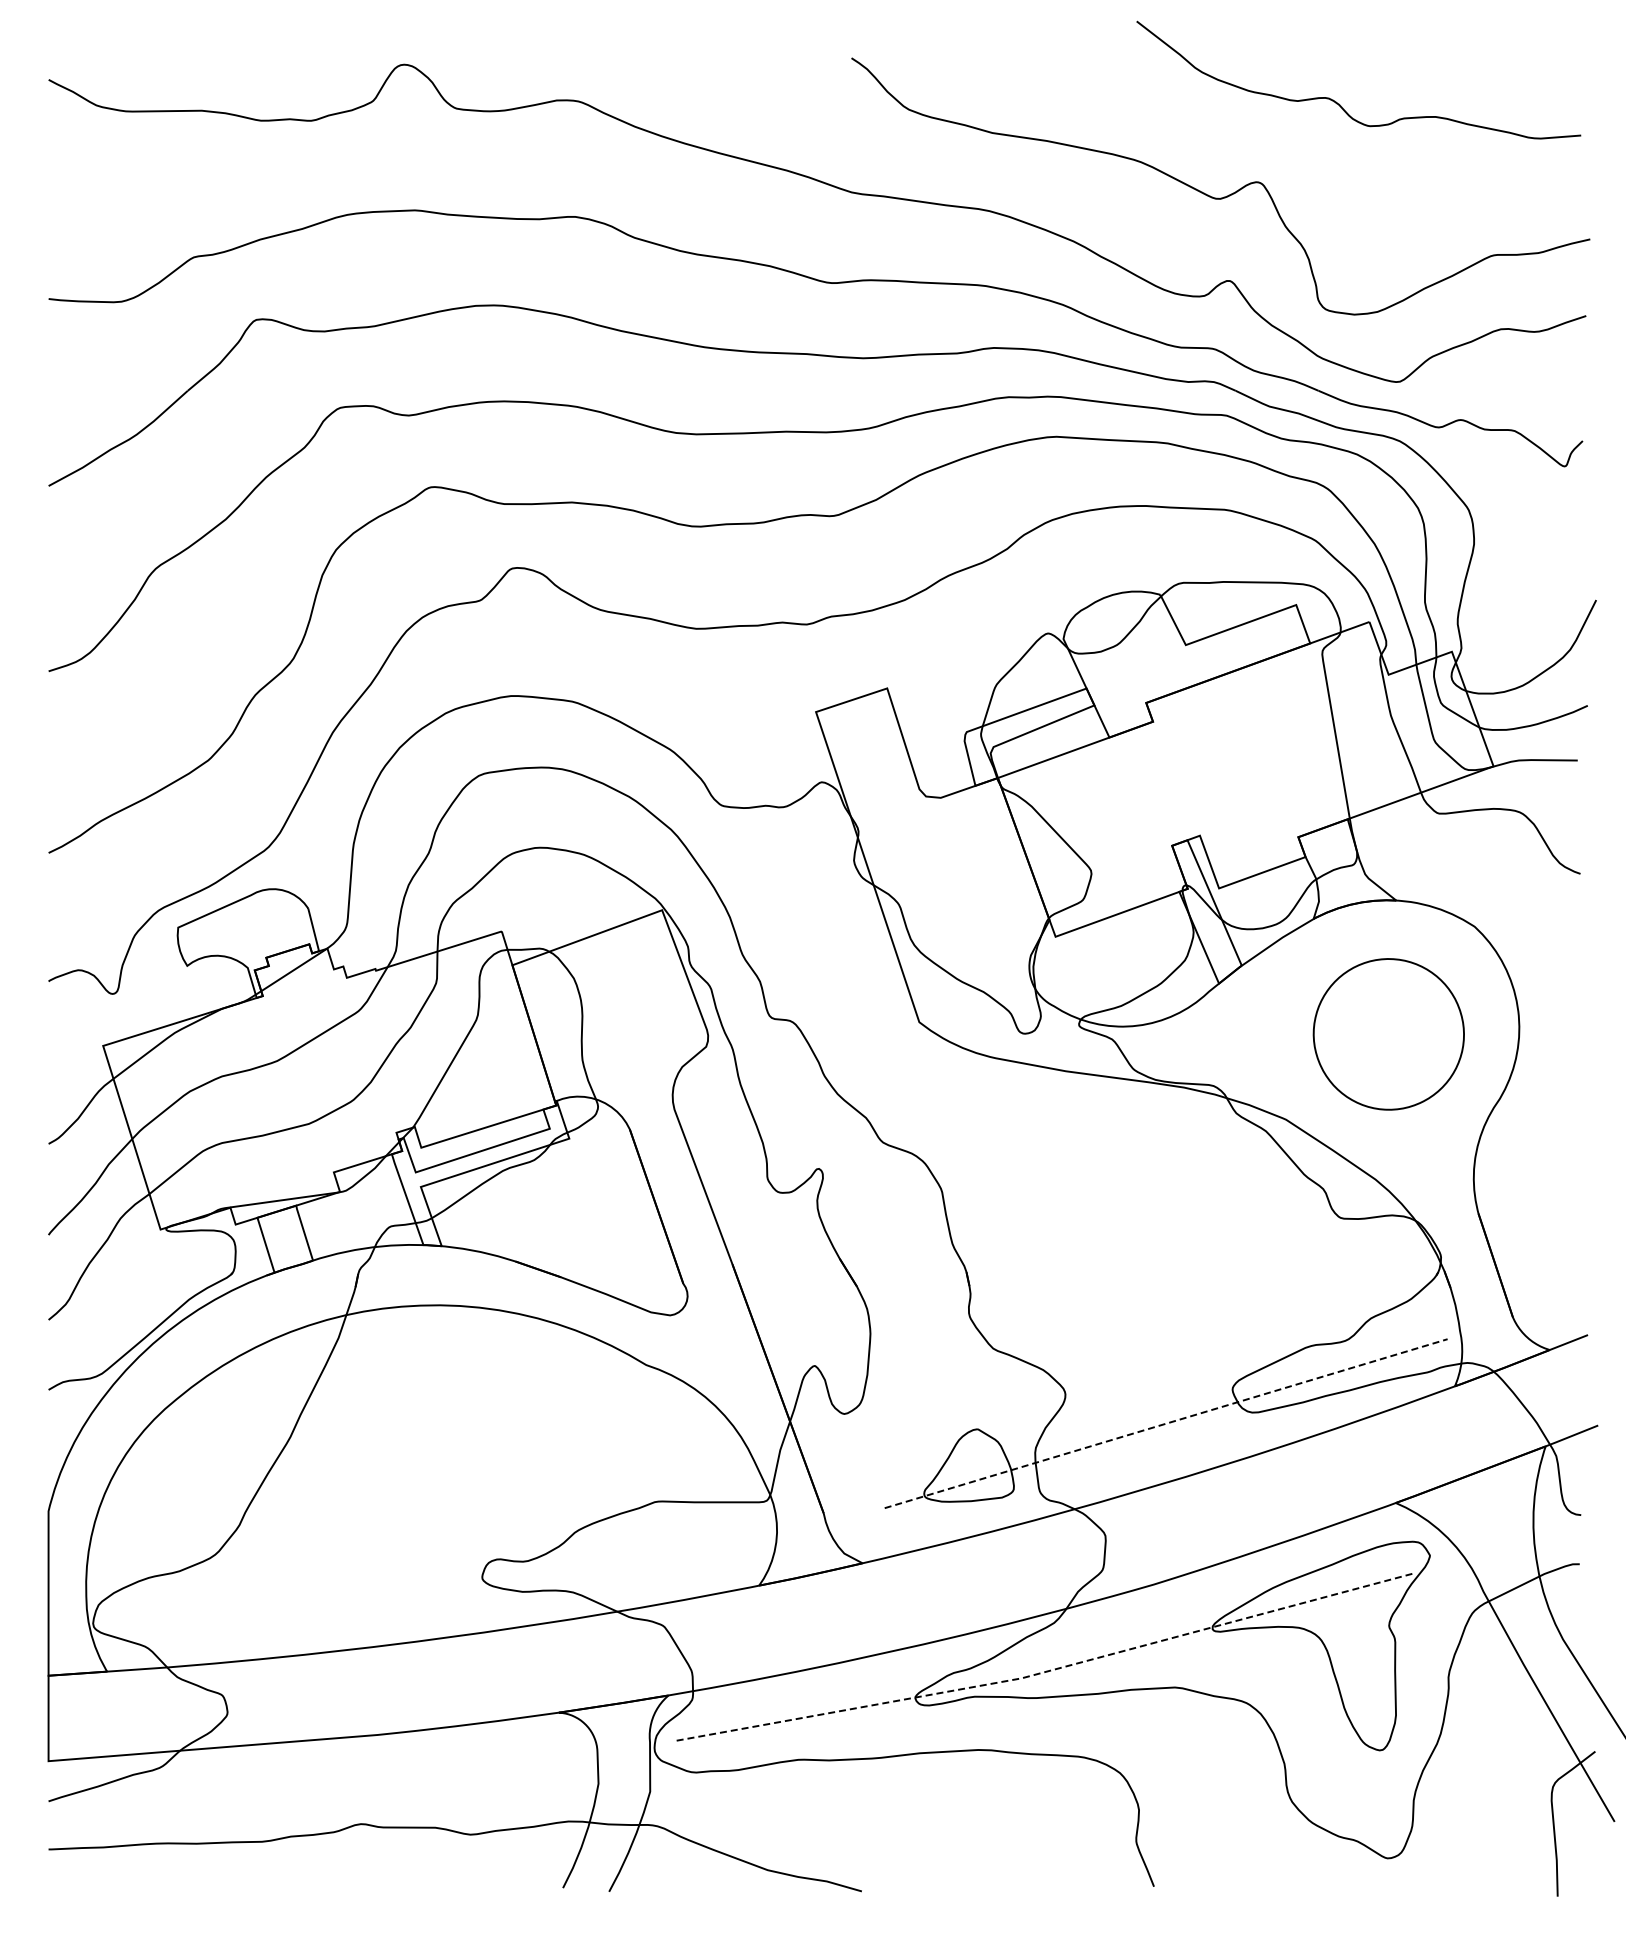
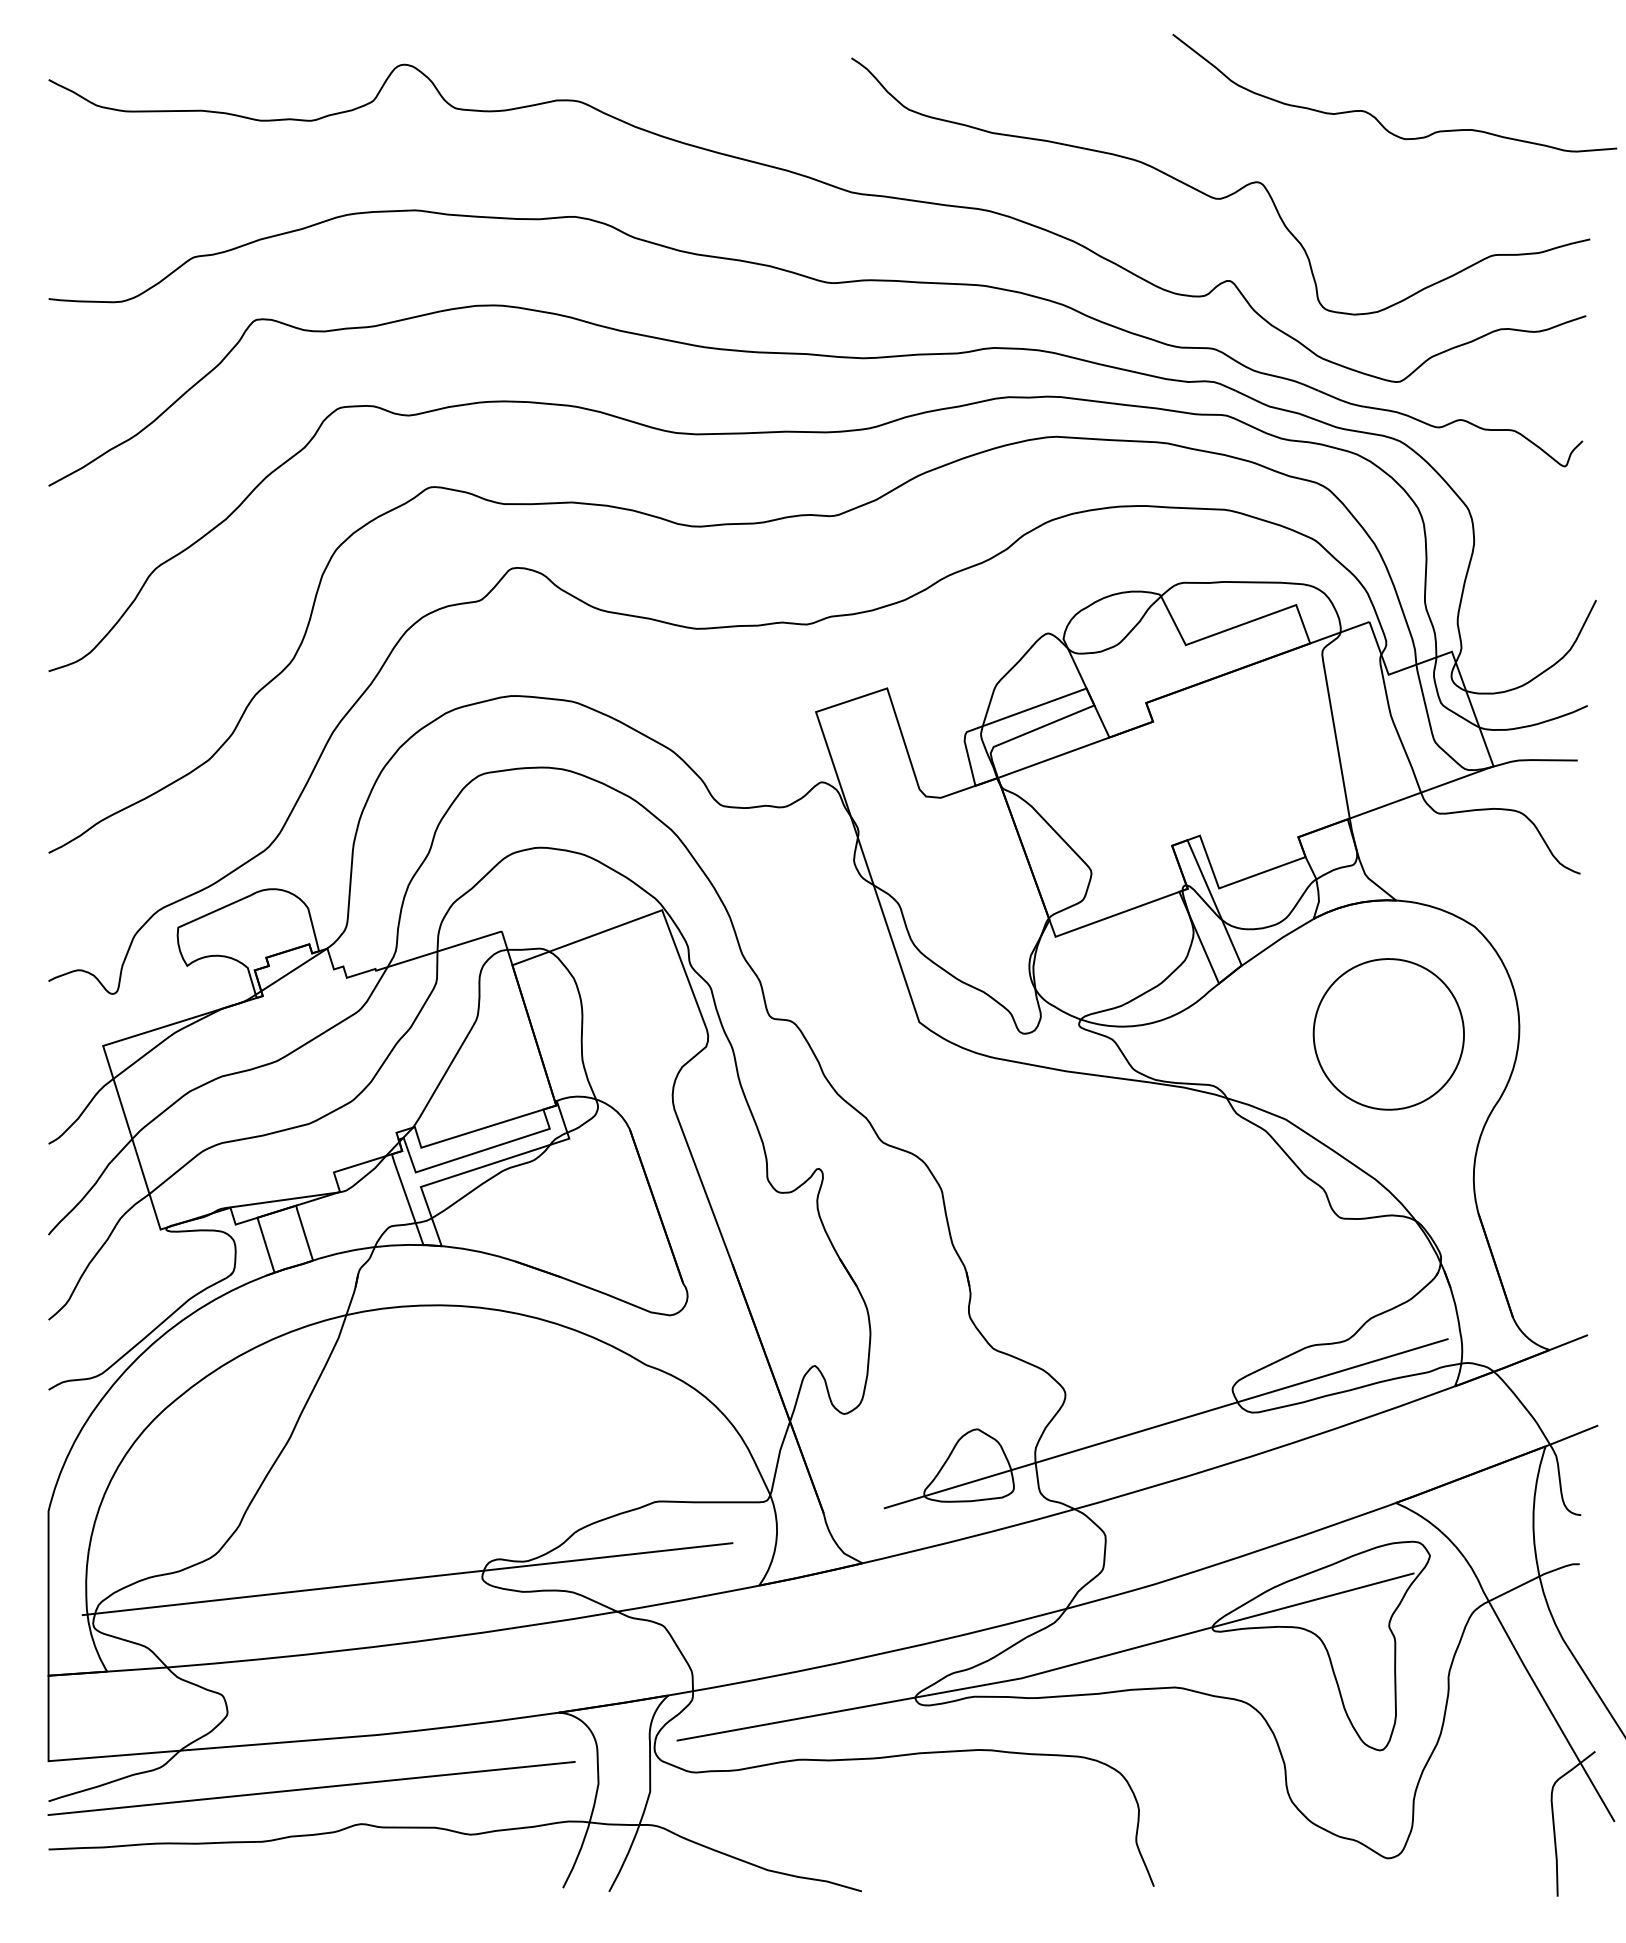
curve at (1339, 103) position: (1339, 103) -> (1375, 116)
line at (1166, 1423): dashed -> solid
line at (407, 1579): none -> present
line at (1048, 1671): dashed -> solid
line at (311, 1788): none -> present
